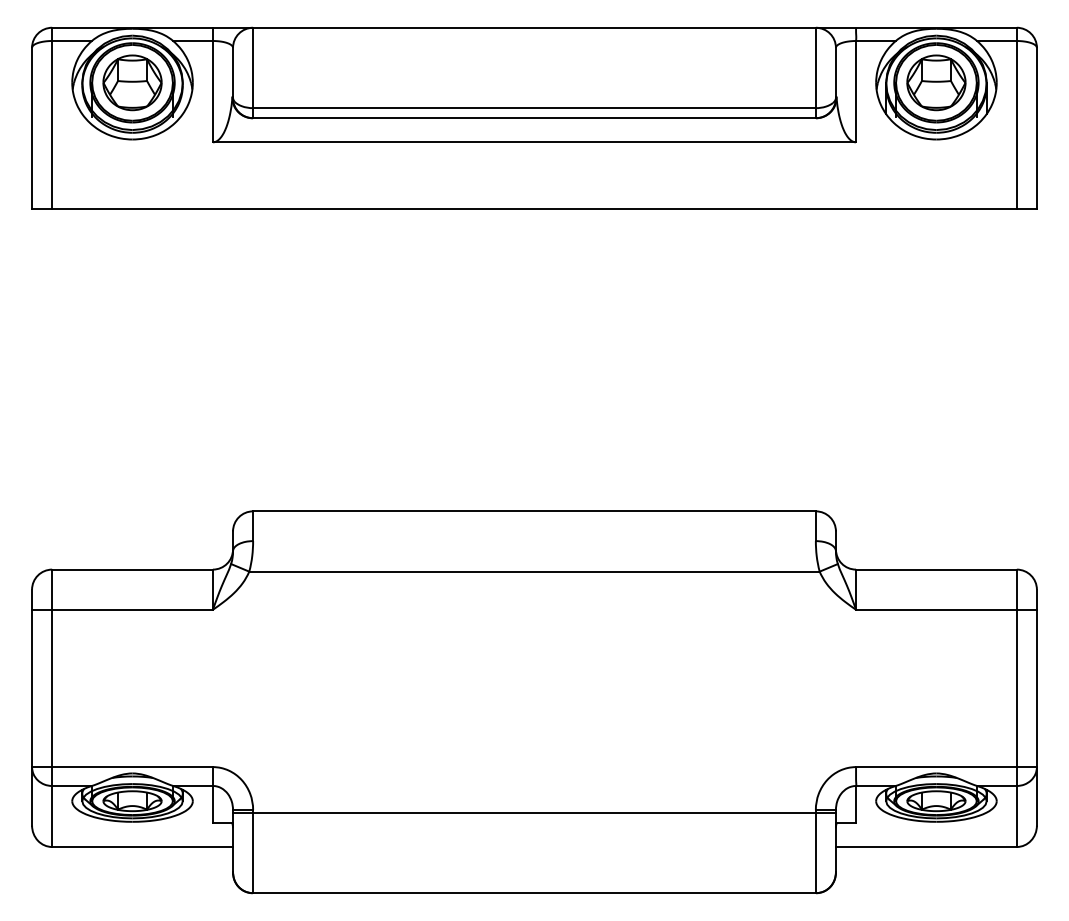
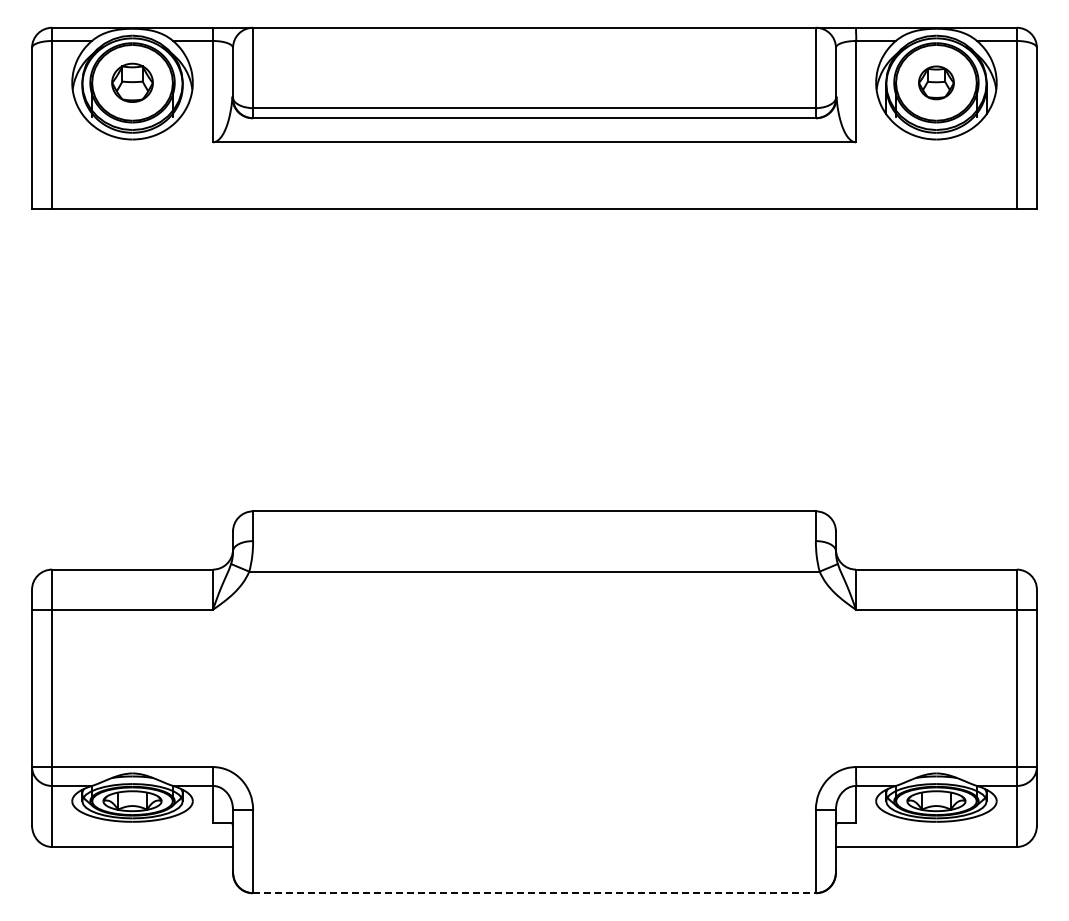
part at (132, 82) size: 61x58 px -> 43x41 px
part at (936, 82) size: 61x58 px -> 37x36 px
line at (534, 812): present -> none
line at (535, 893): solid -> dashed
